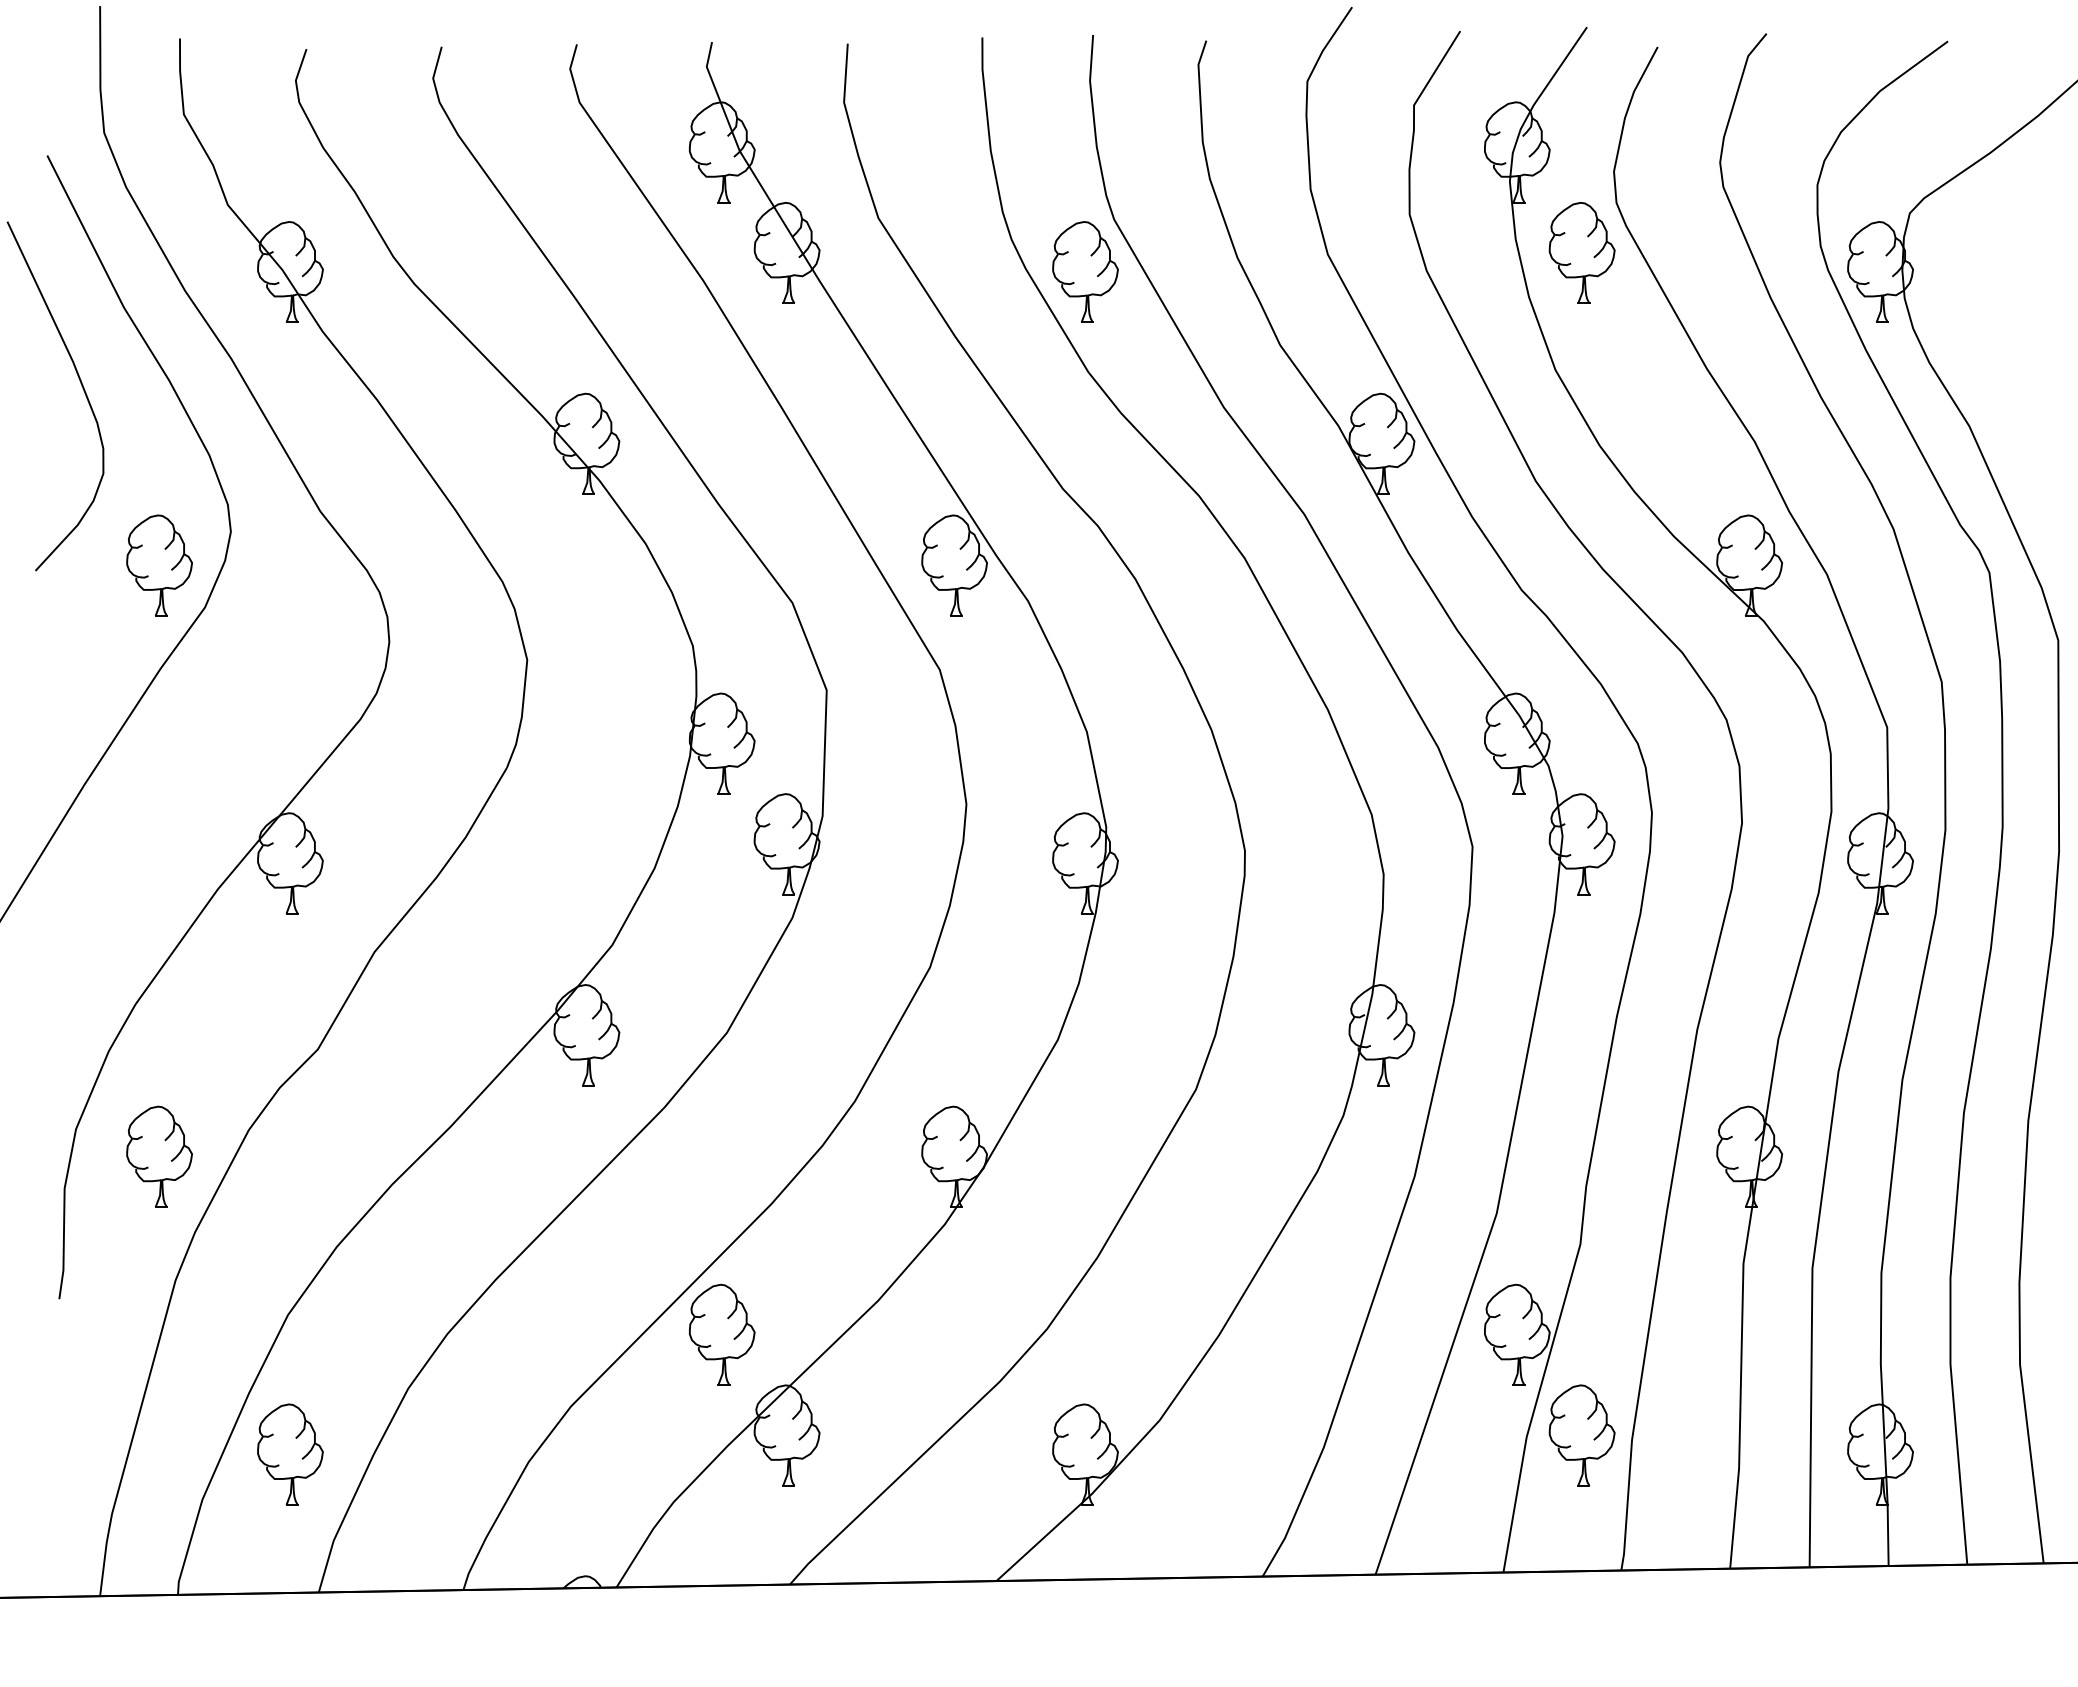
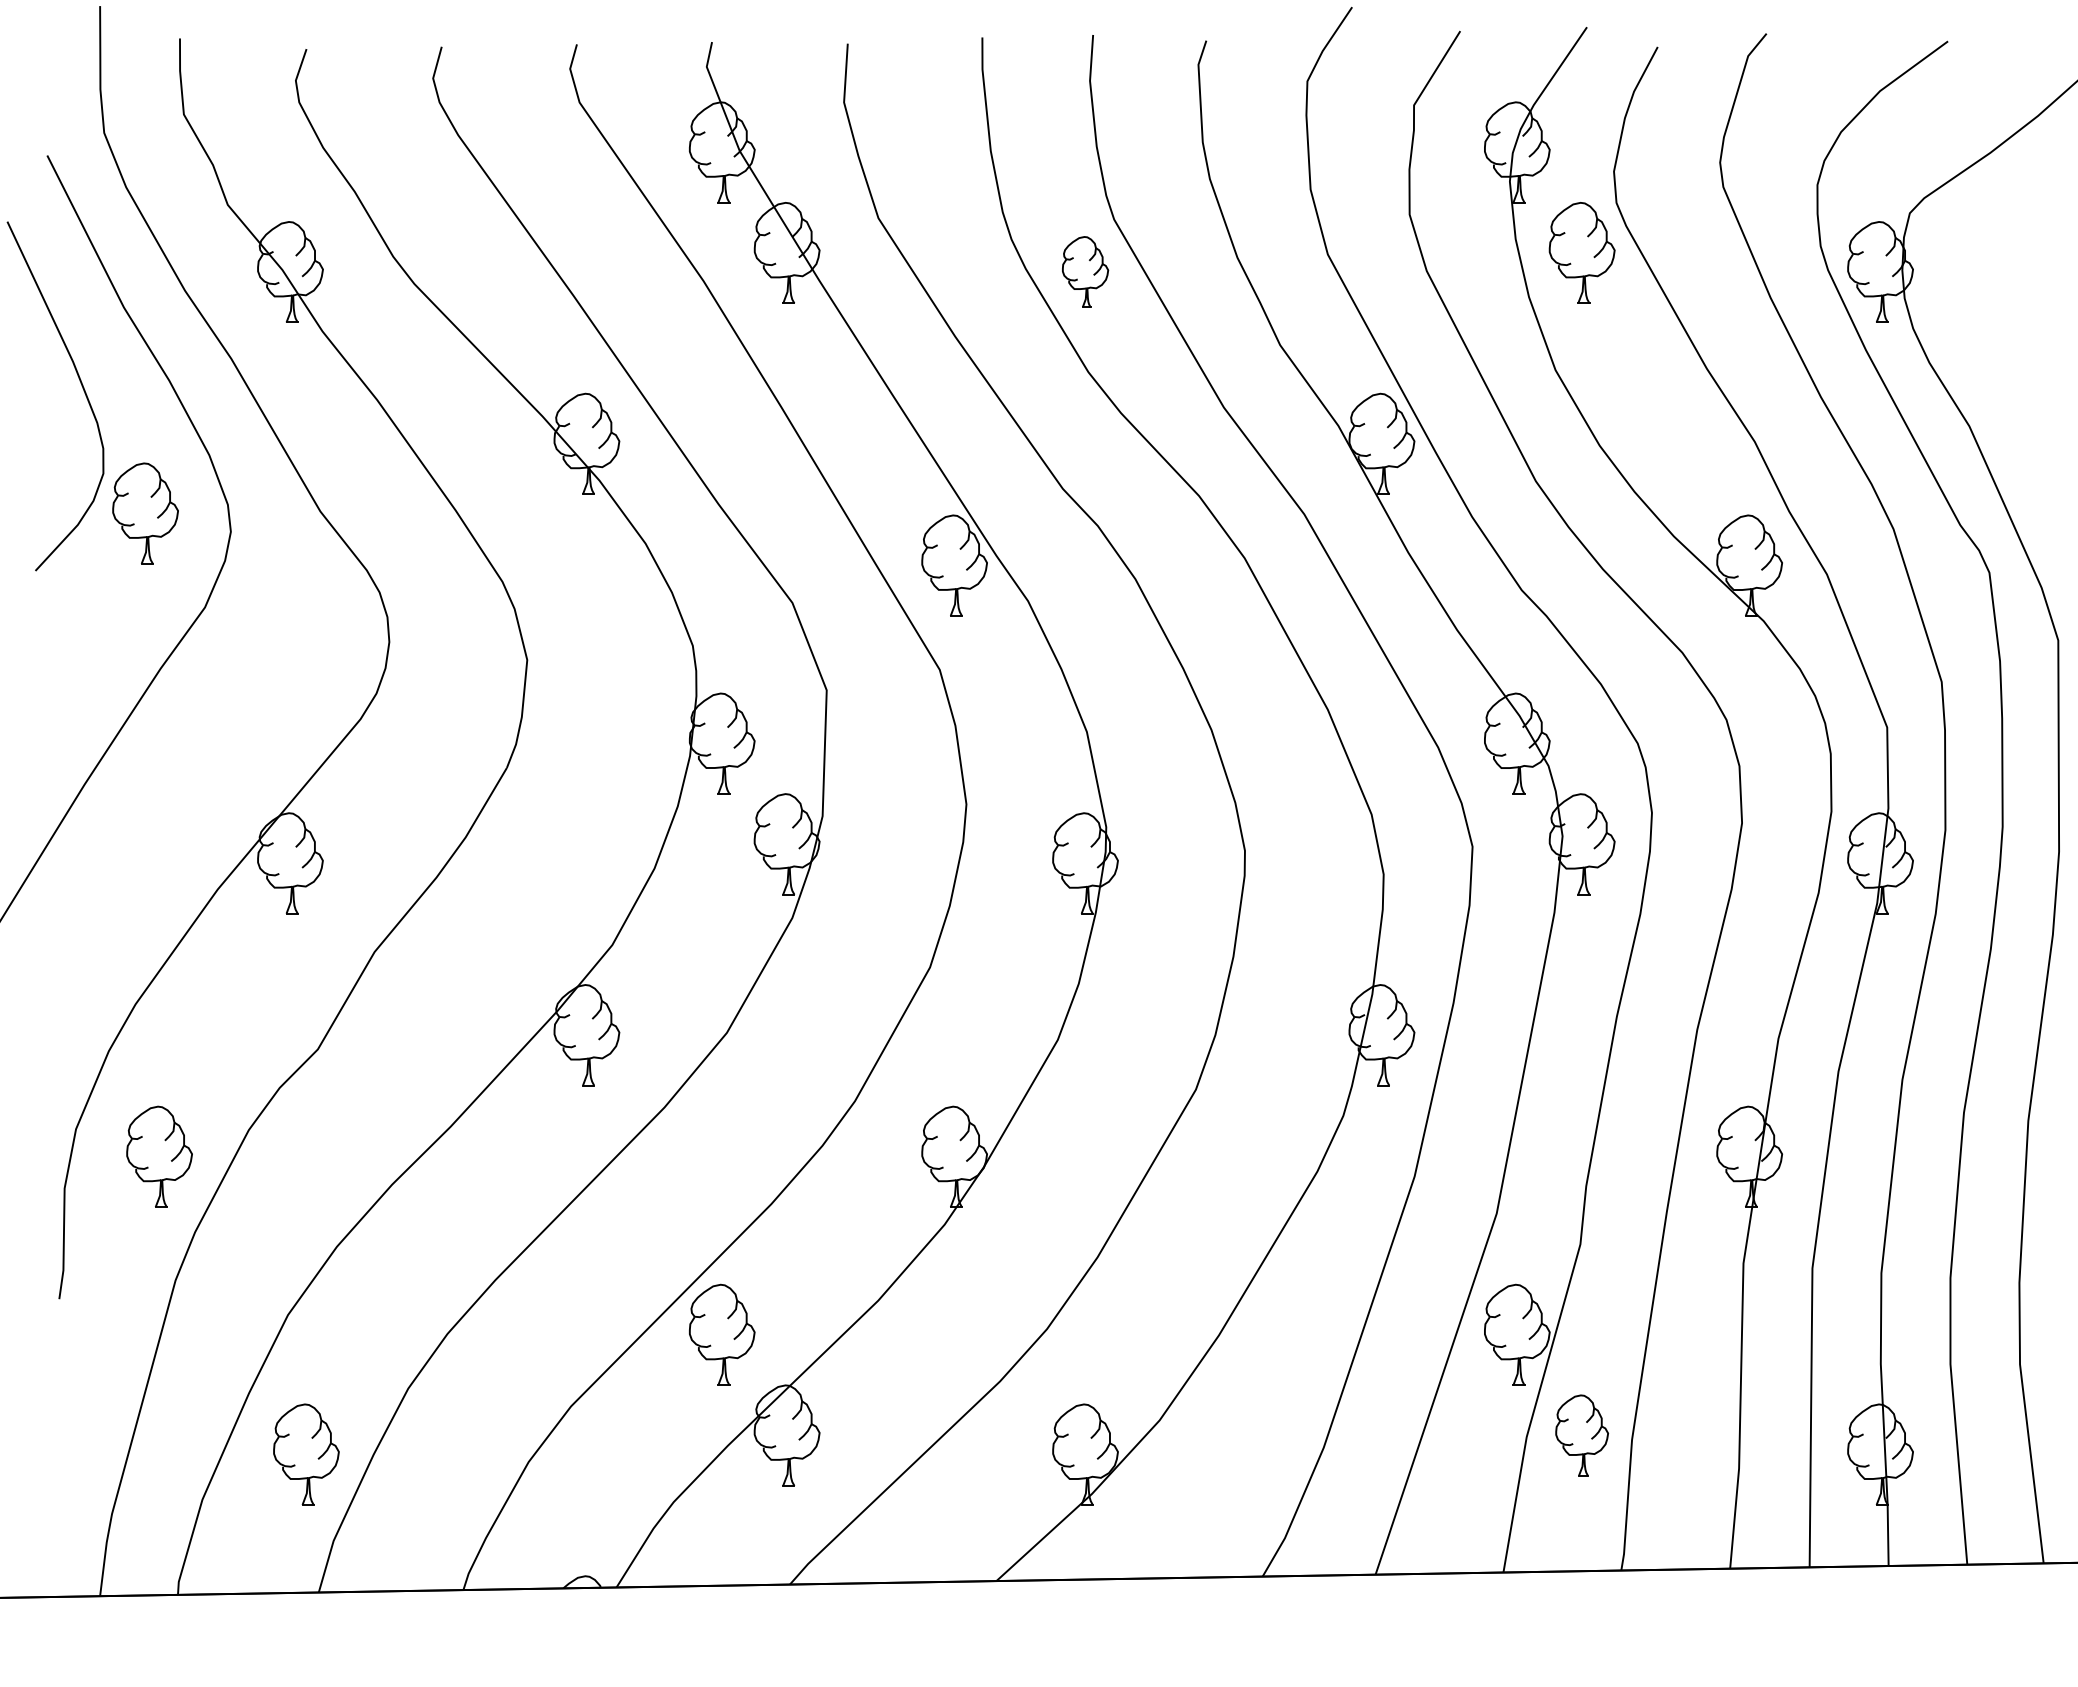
part at (1085, 271) size: 67x102 px -> 48x72 px
part at (159, 565) position: (159, 565) -> (145, 513)
part at (1581, 1435) size: 68x103 px -> 54x83 px
part at (290, 1454) position: (290, 1454) -> (306, 1454)
